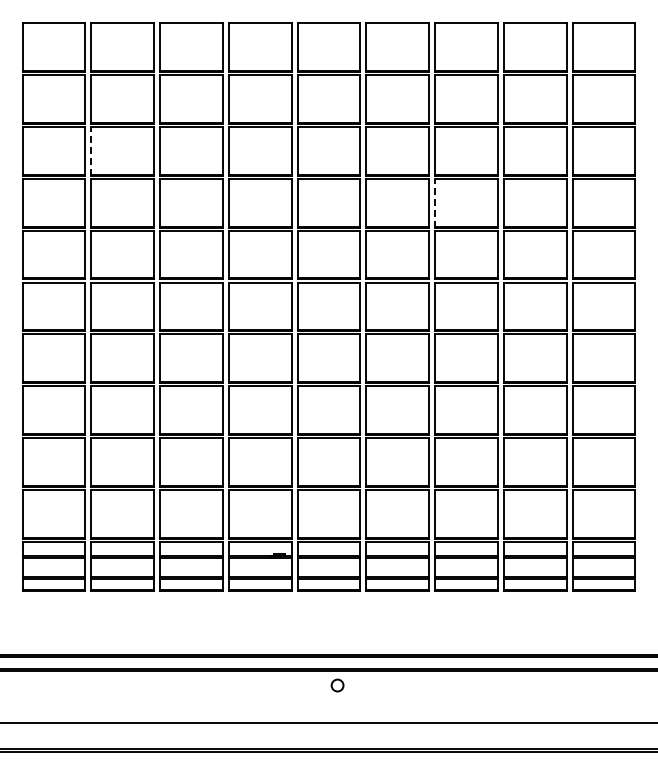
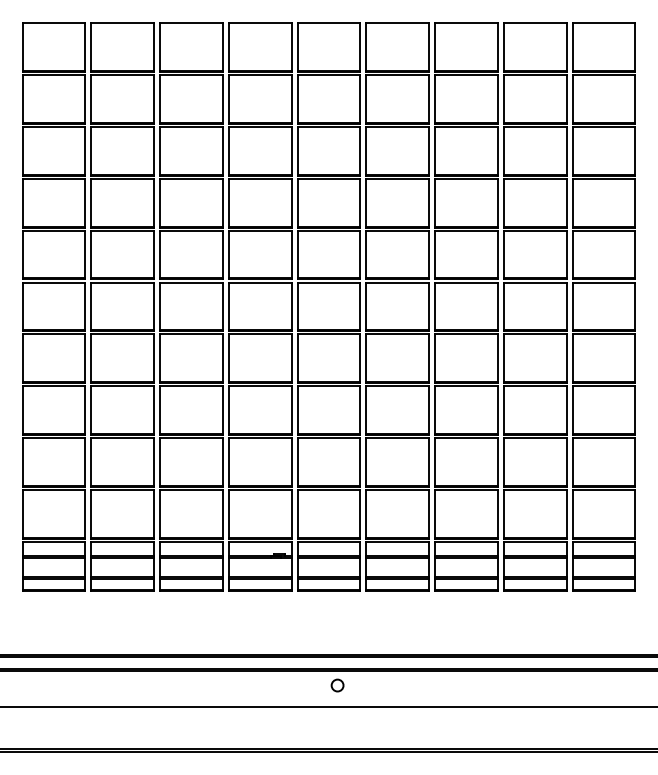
line at (91, 150): dashed -> solid
line at (435, 202): dashed -> solid
line at (328, 722) position: (328, 722) -> (328, 706)
